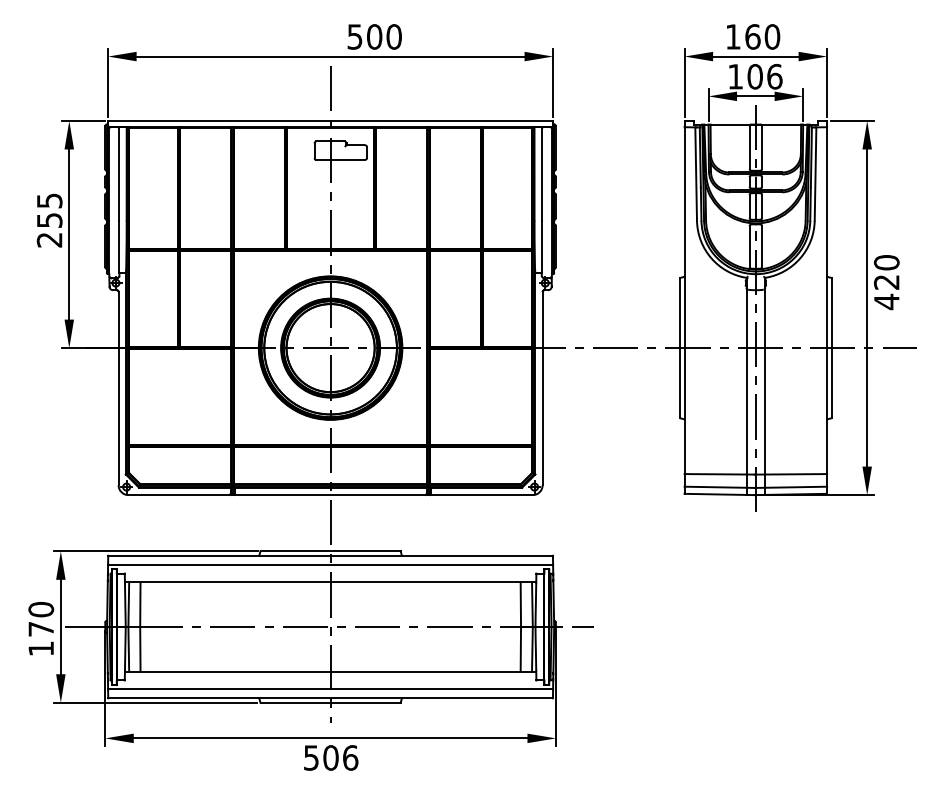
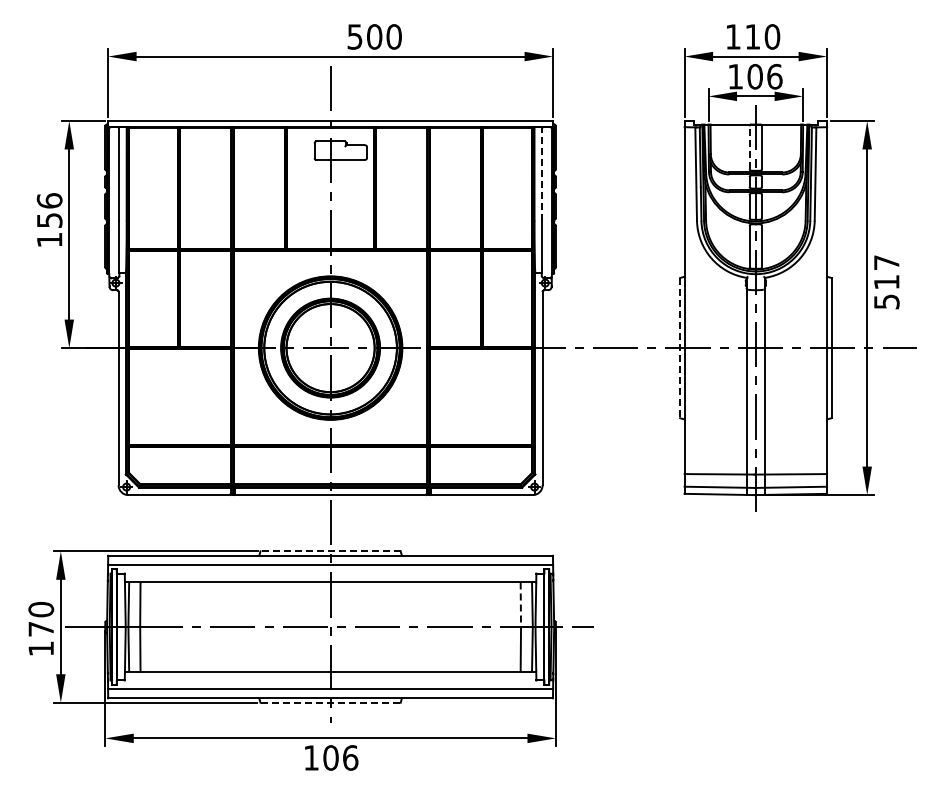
text at (752, 36): 160 -> 110
line at (749, 147): solid -> dashed
line at (541, 174): solid -> dashed
text at (49, 220): 255 -> 156
text at (886, 282): 420 -> 517
line at (680, 348): solid -> dashed
line at (330, 551): solid -> dashed
line at (520, 605): solid -> dashed
line at (331, 702): solid -> dashed
text at (311, 757): 506 -> 106
